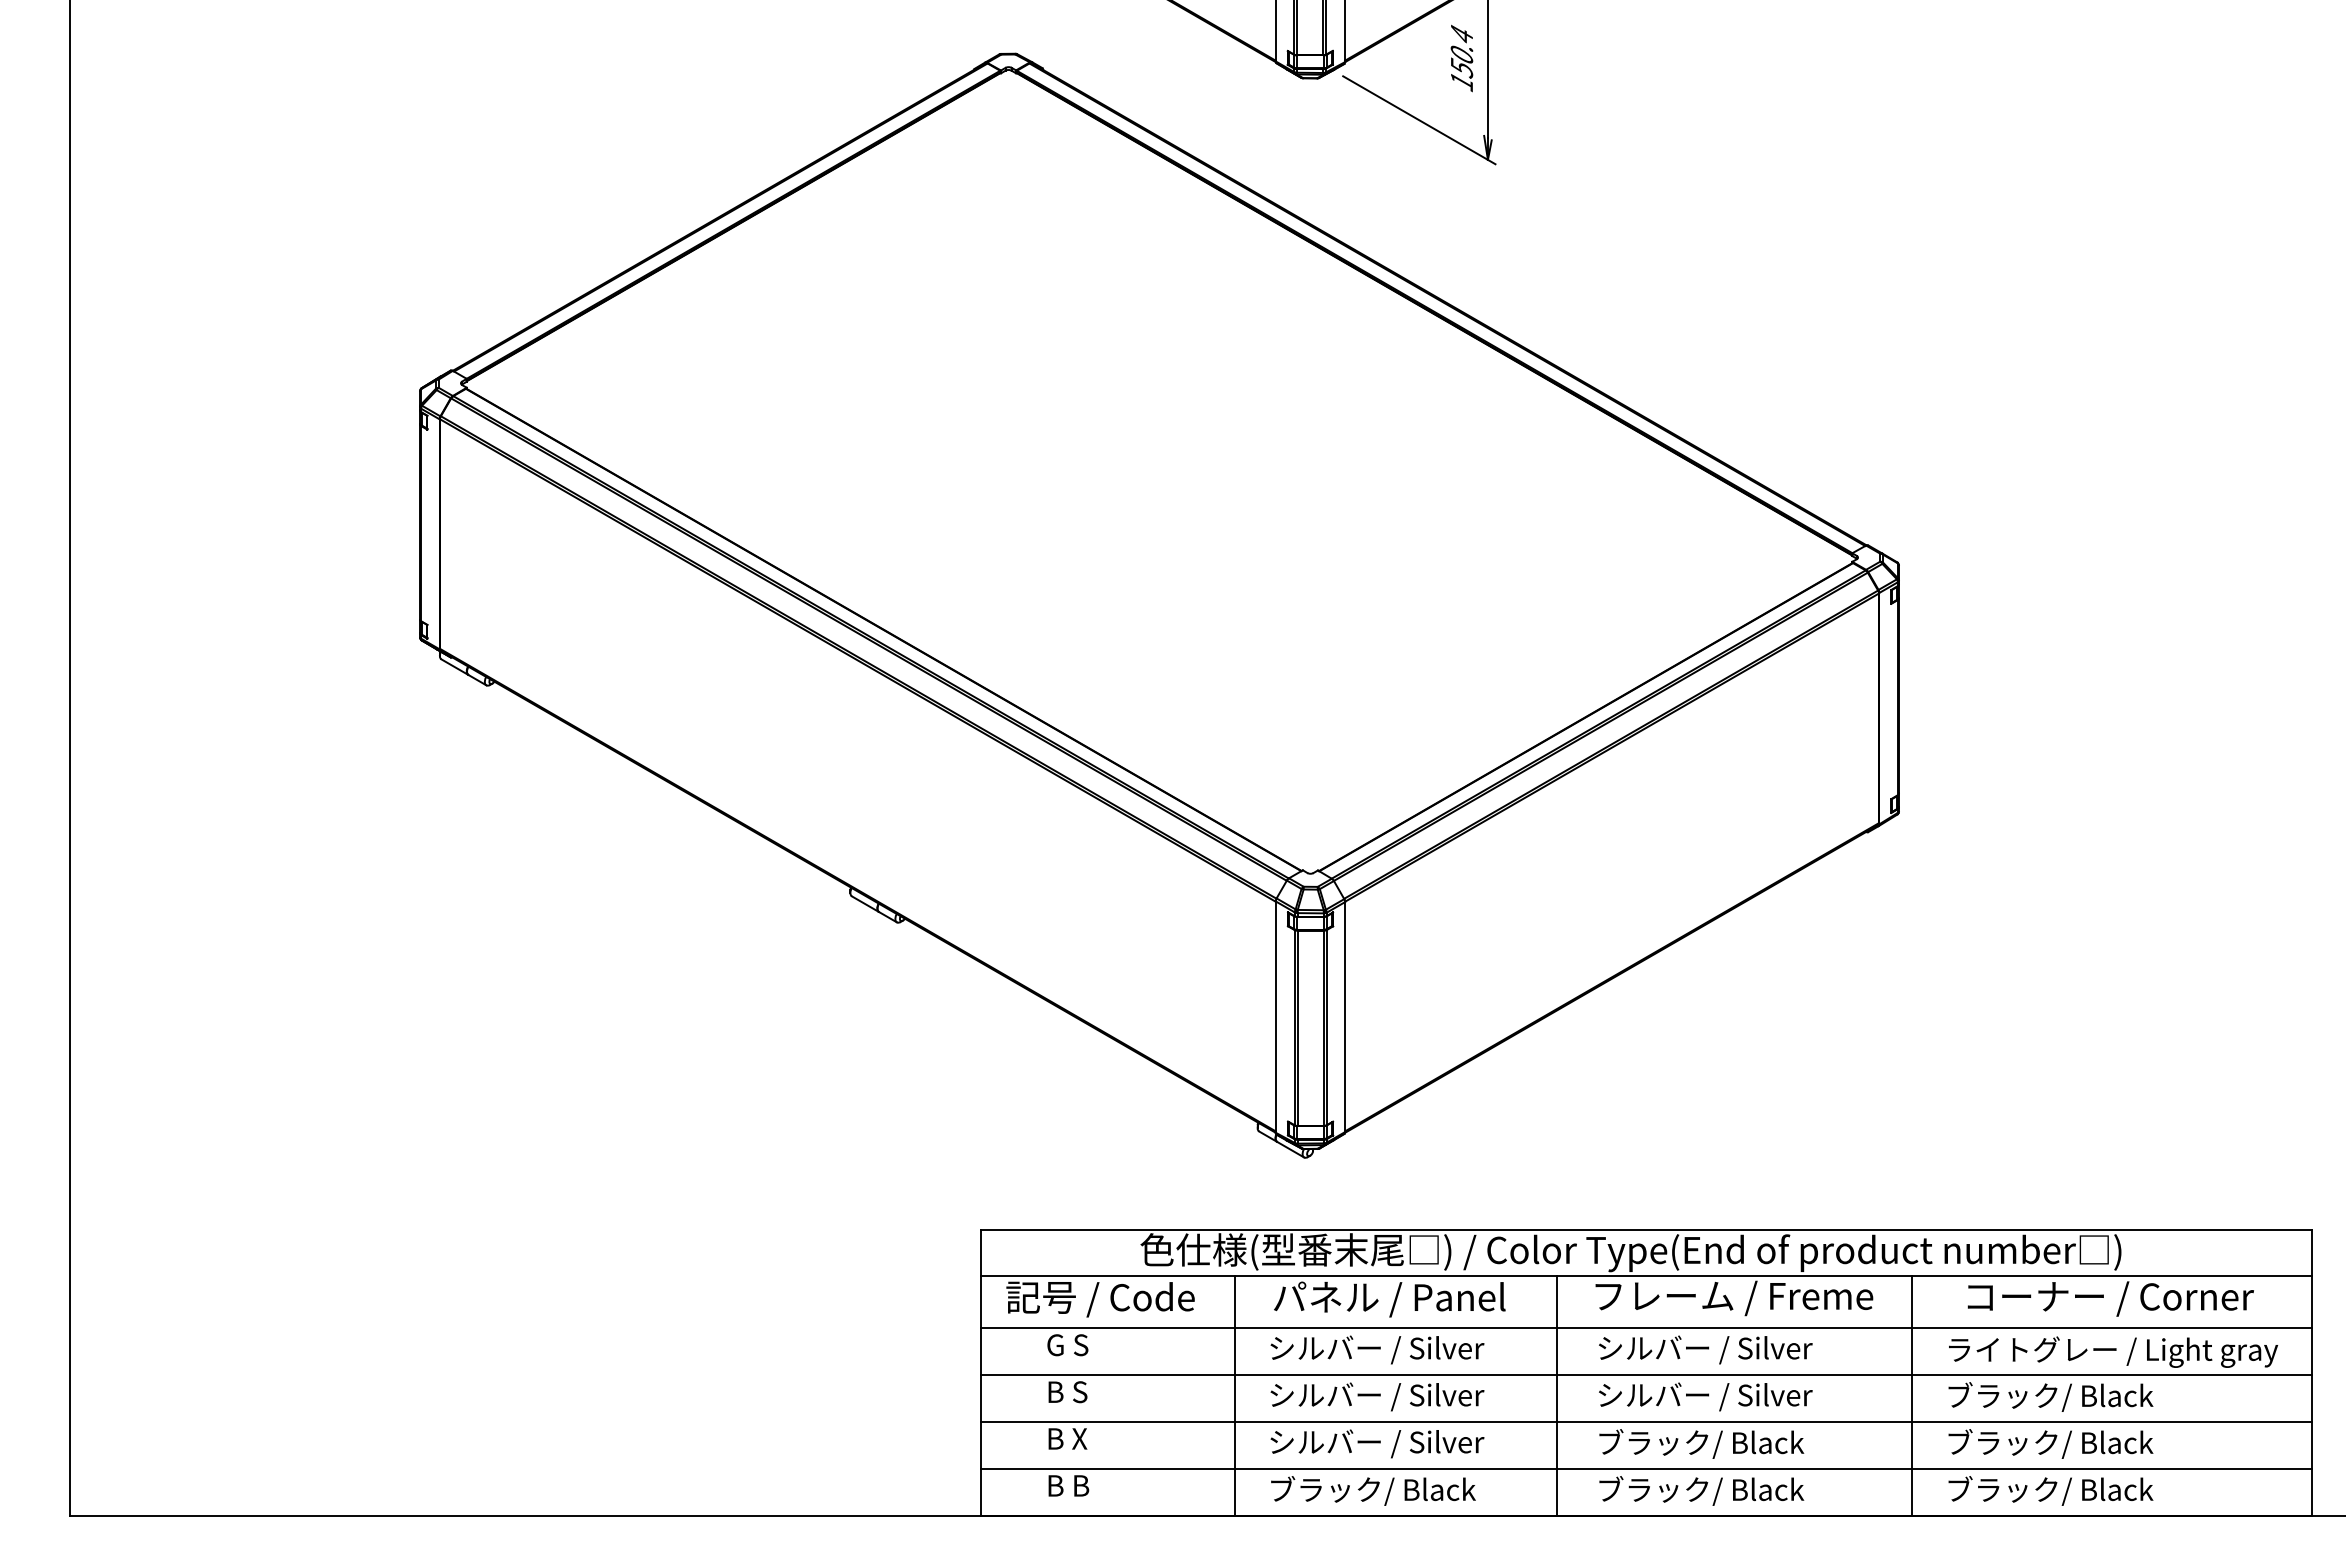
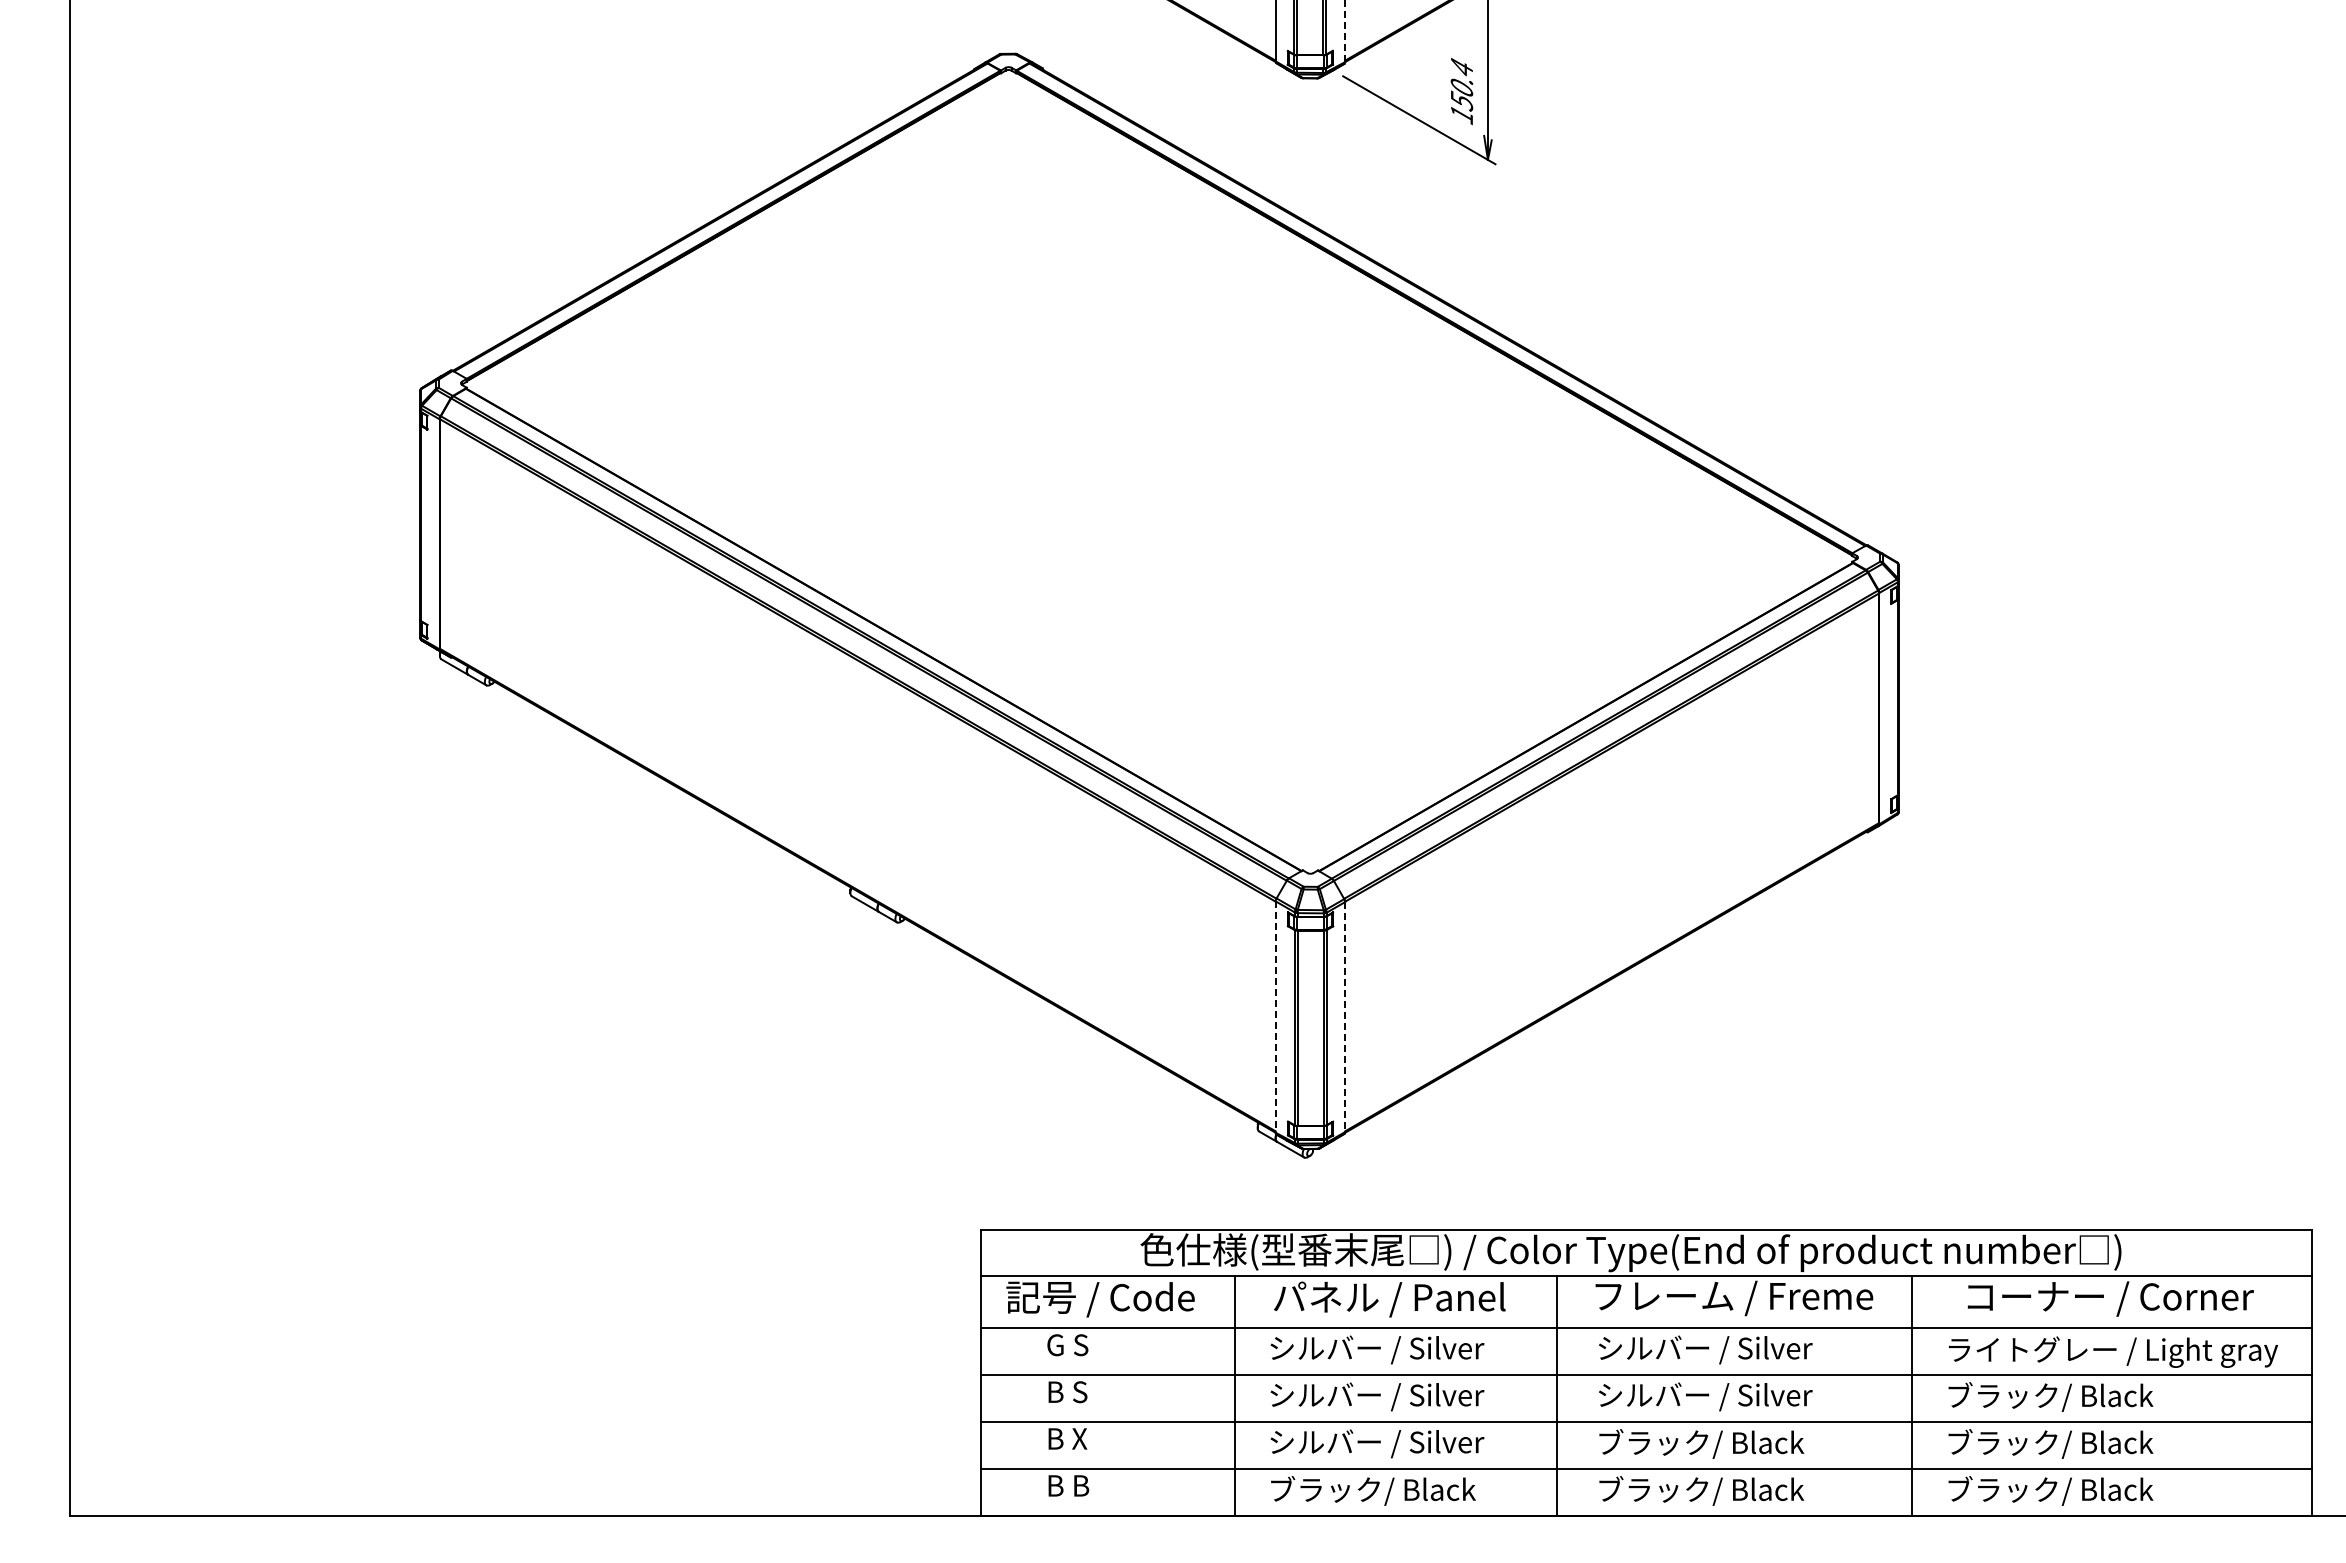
line at (1345, 31): solid -> dashed
text at (1461, 58) position: (1461, 58) -> (1461, 91)
line at (1275, 1017): solid -> dashed
line at (1345, 1017): solid -> dashed
